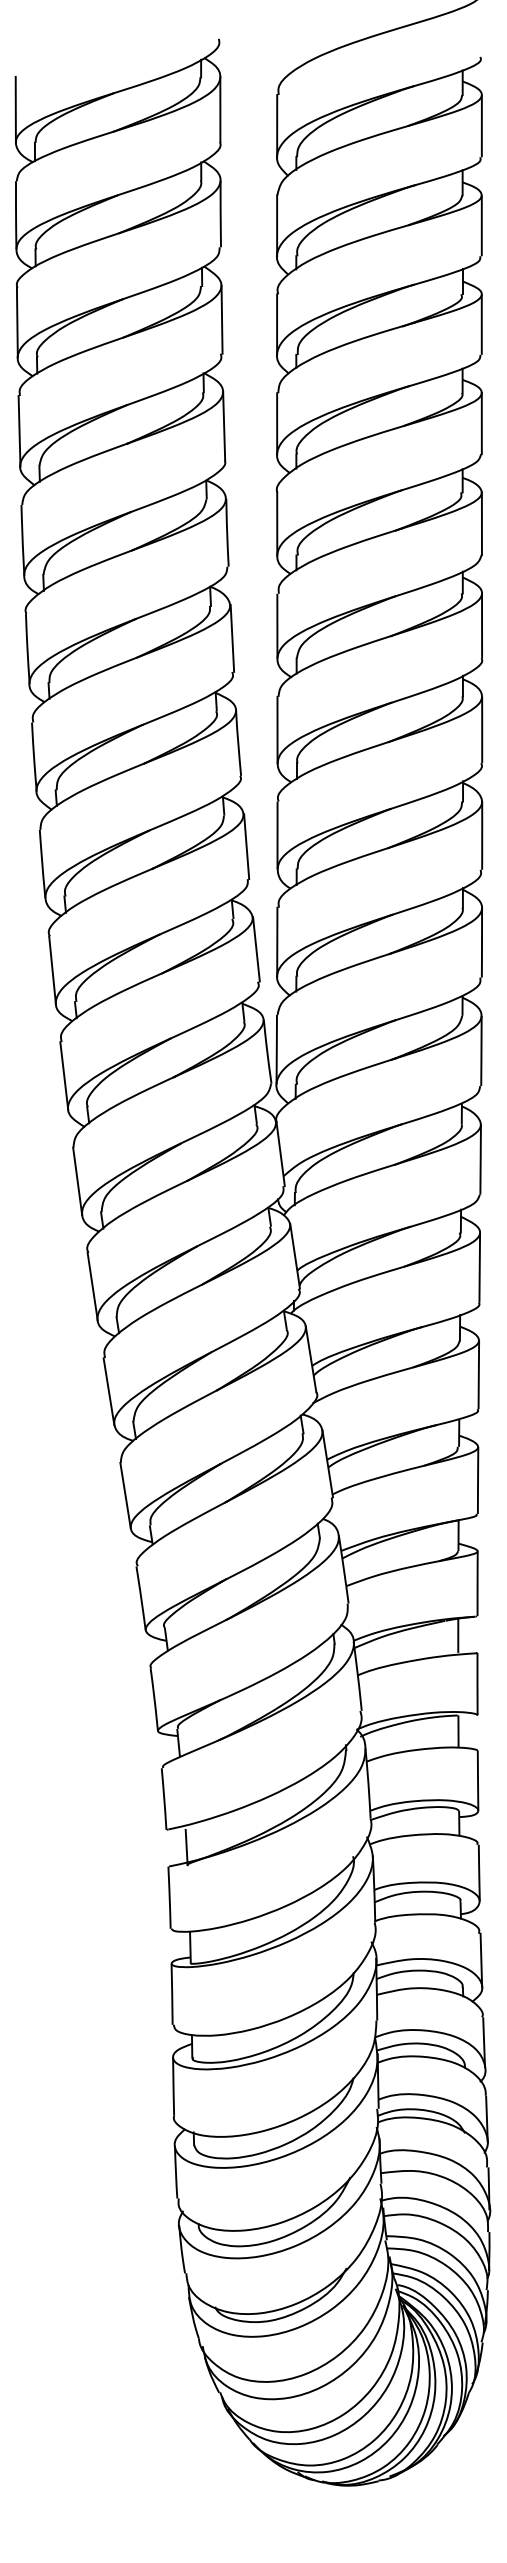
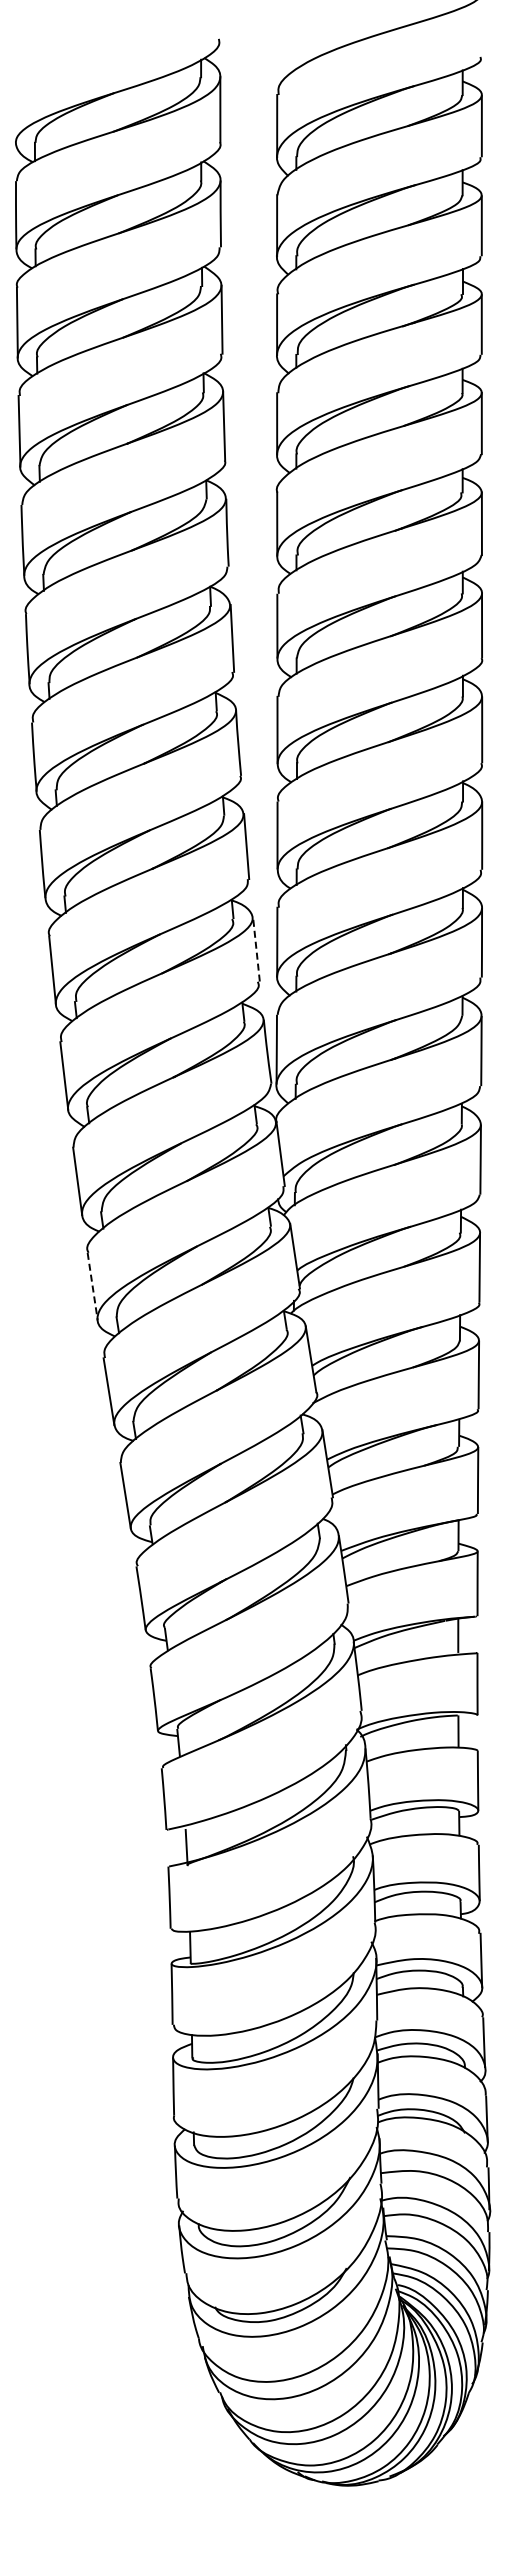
line at (15, 109): present -> none
line at (256, 948): solid -> dashed
line at (92, 1287): solid -> dashed
